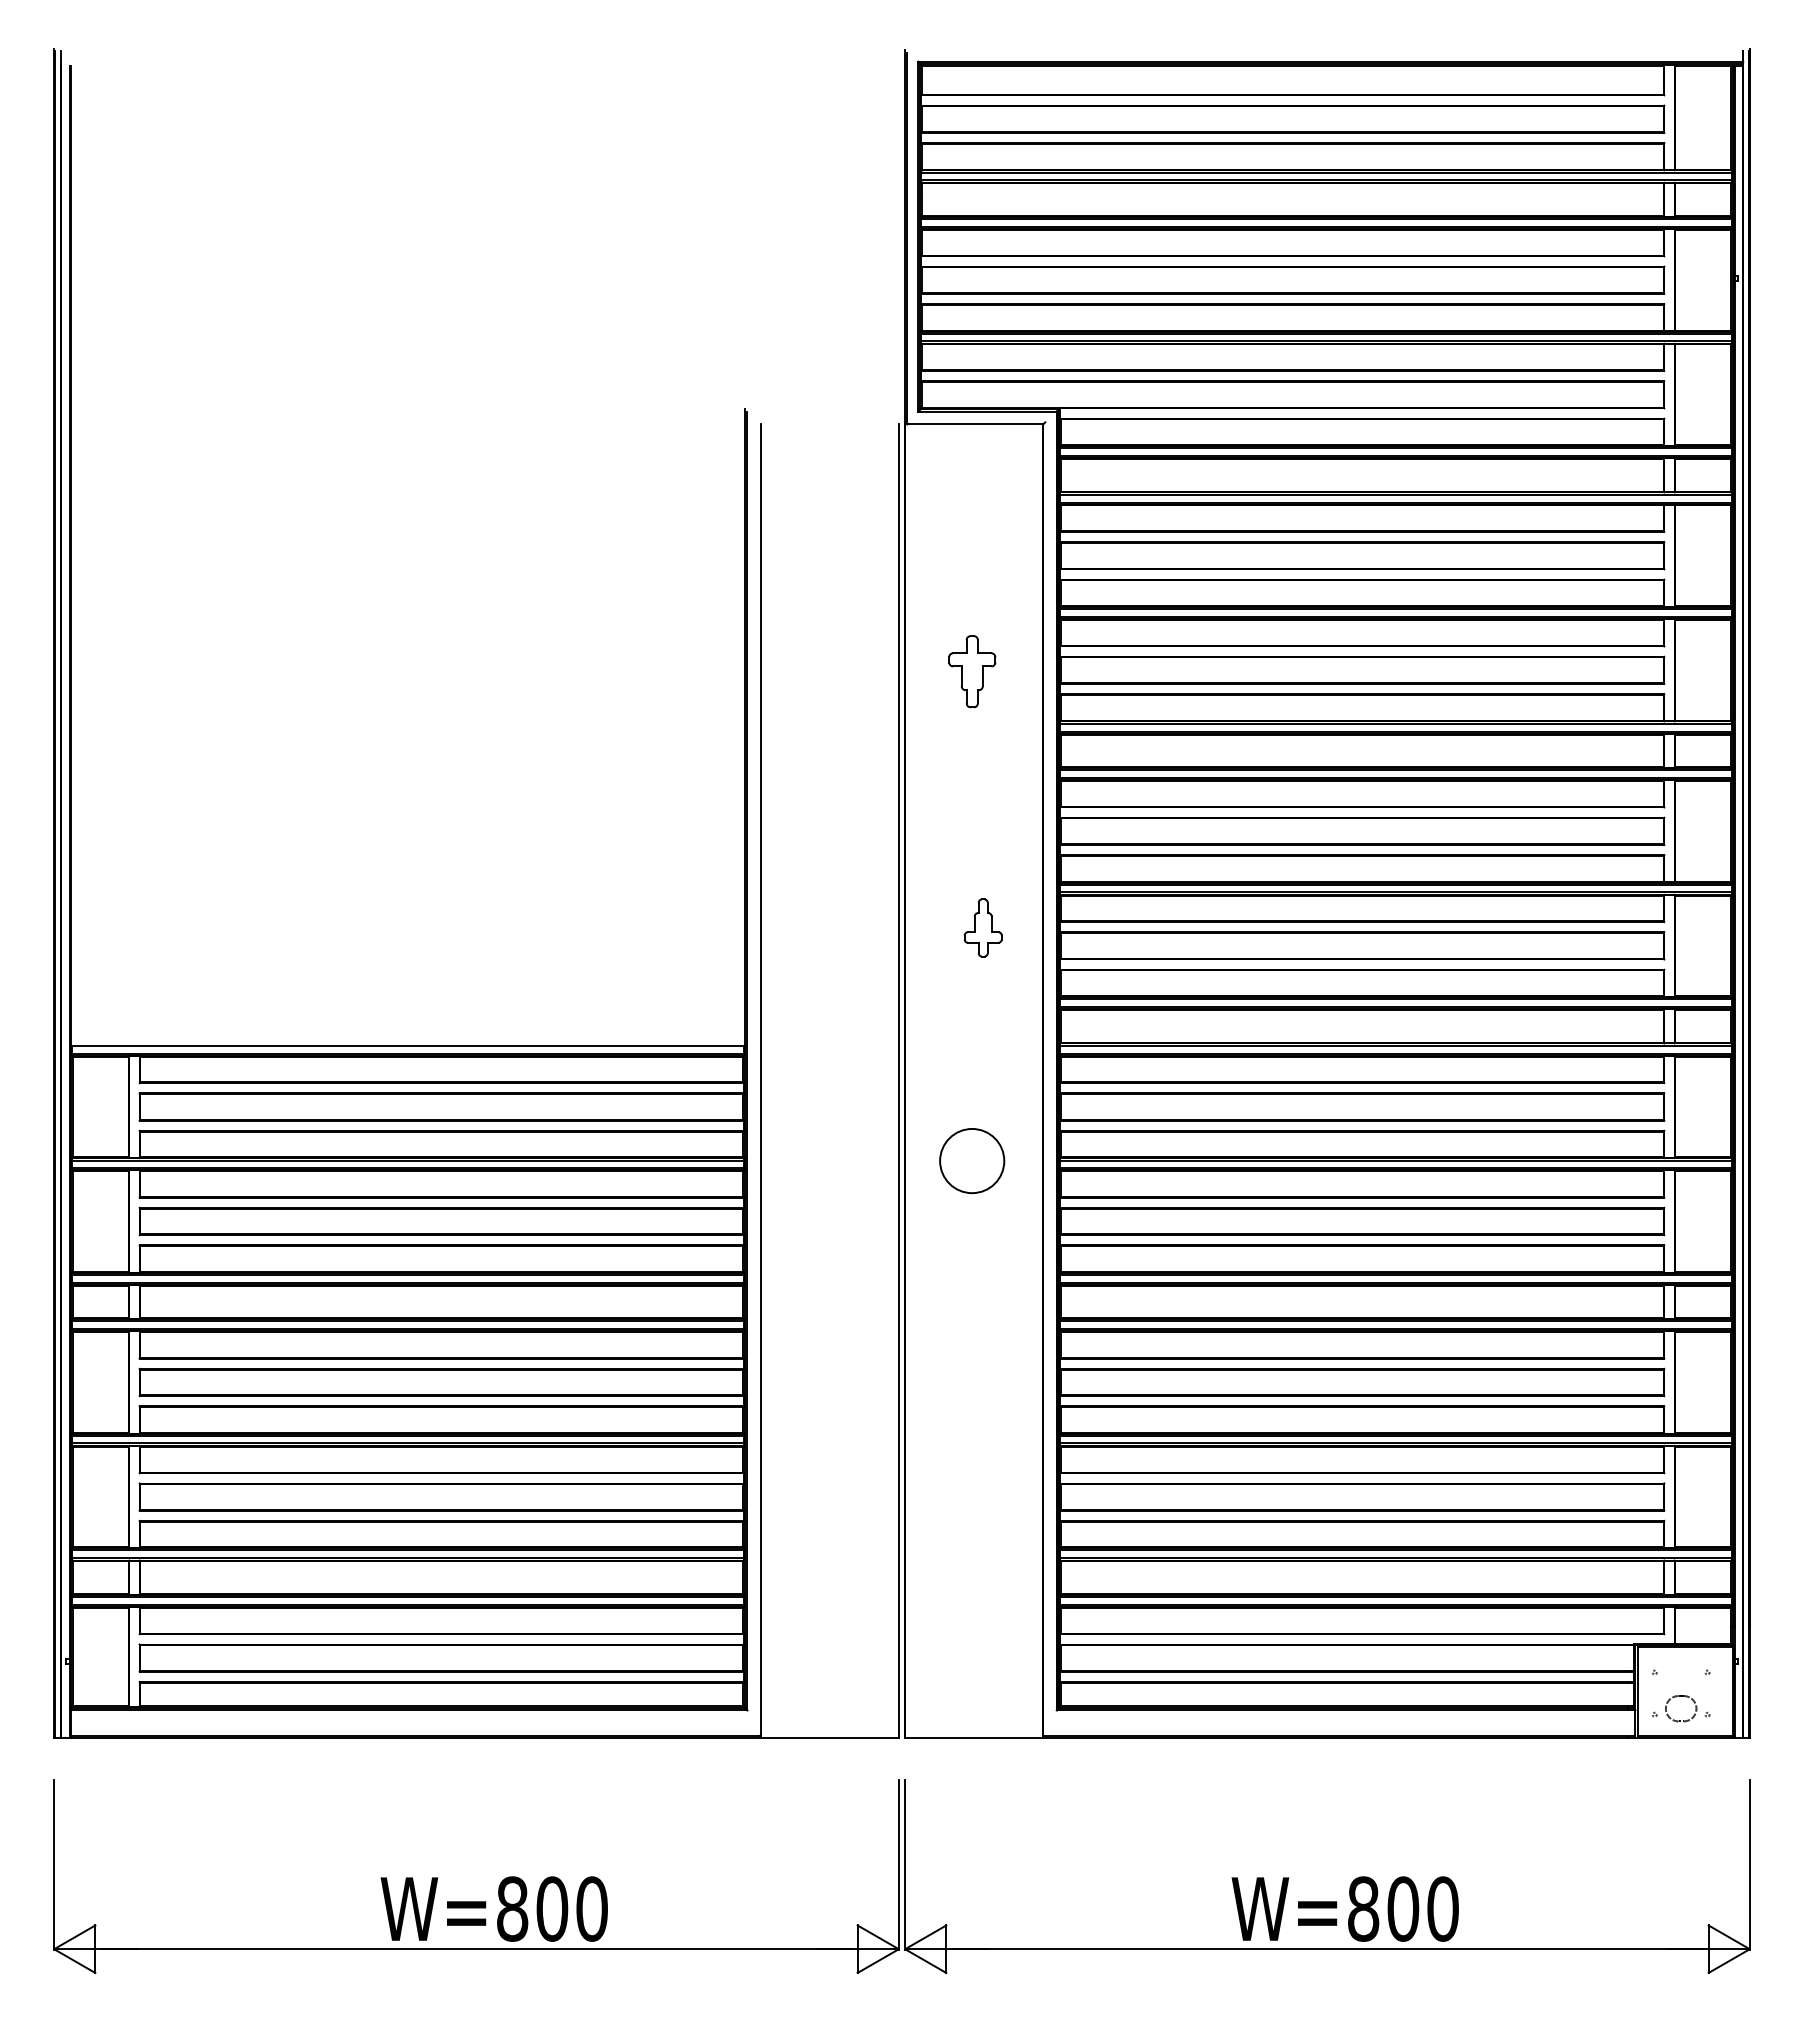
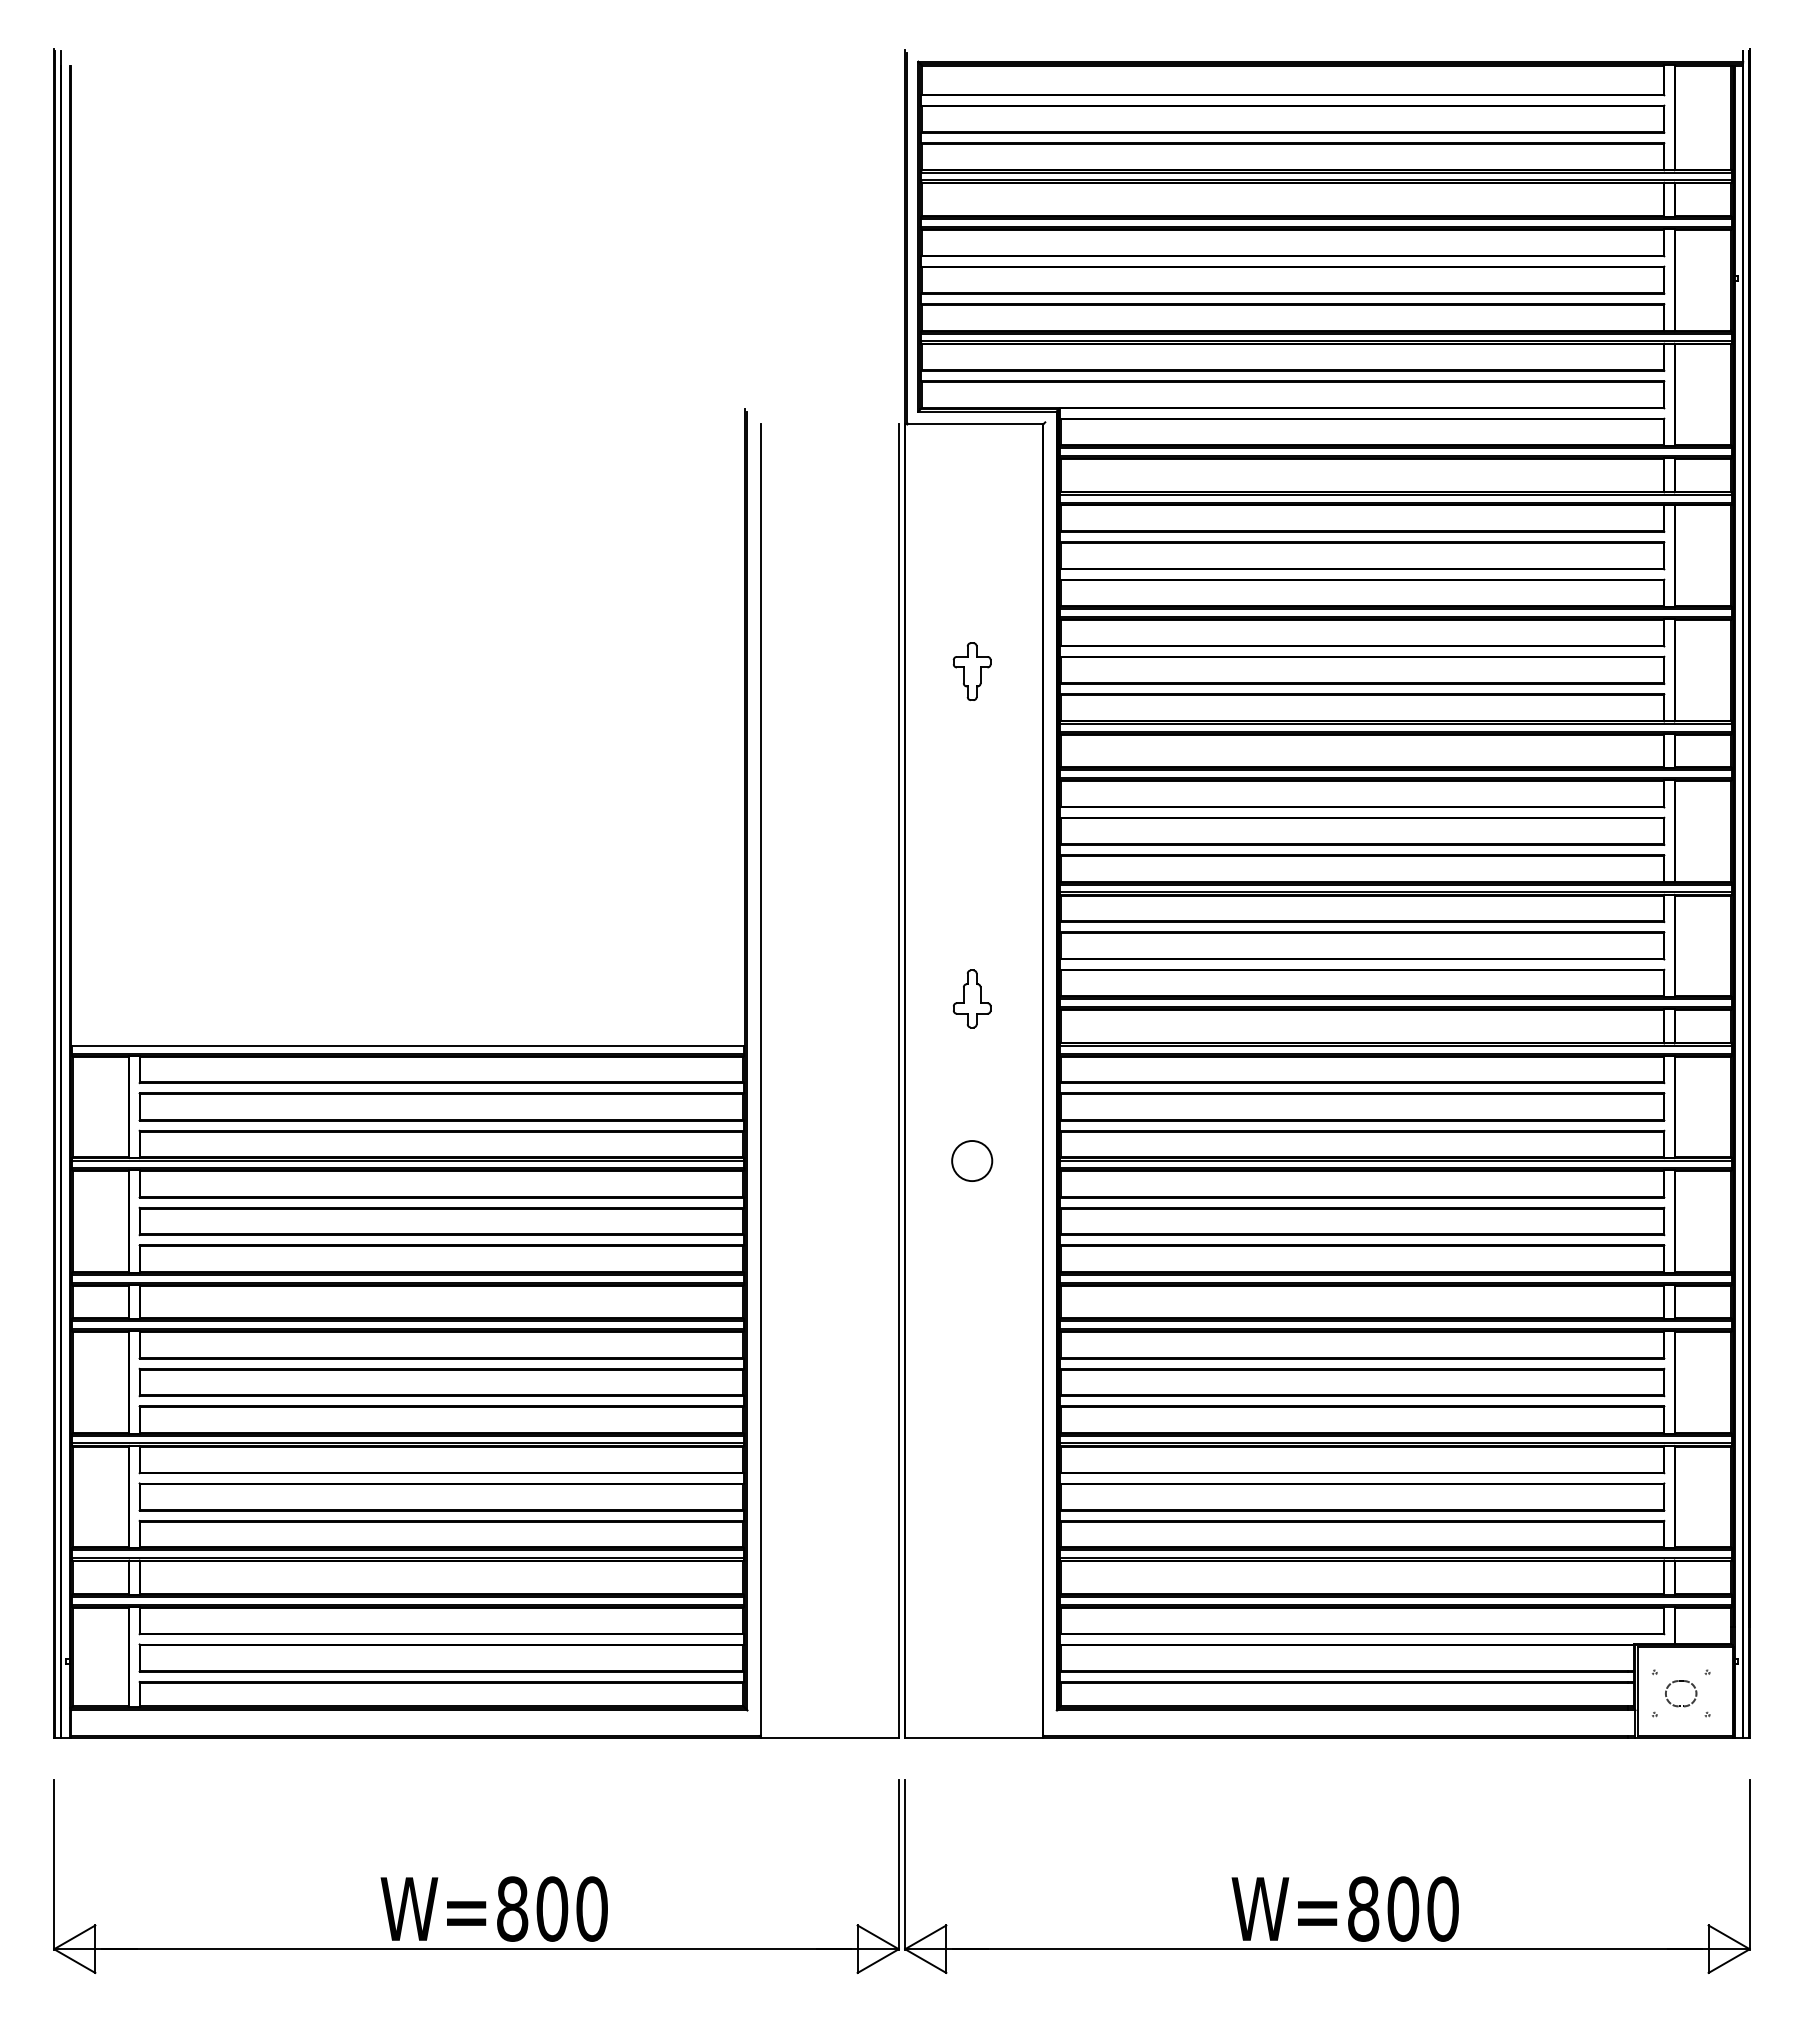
part at (972, 671) size: 49x74 px -> 40x59 px
part at (983, 927) position: (983, 927) -> (972, 998)
circle at (972, 1160) diameter: 64 px -> 40 px
part at (1685, 1697) position: (1685, 1697) -> (1685, 1682)
